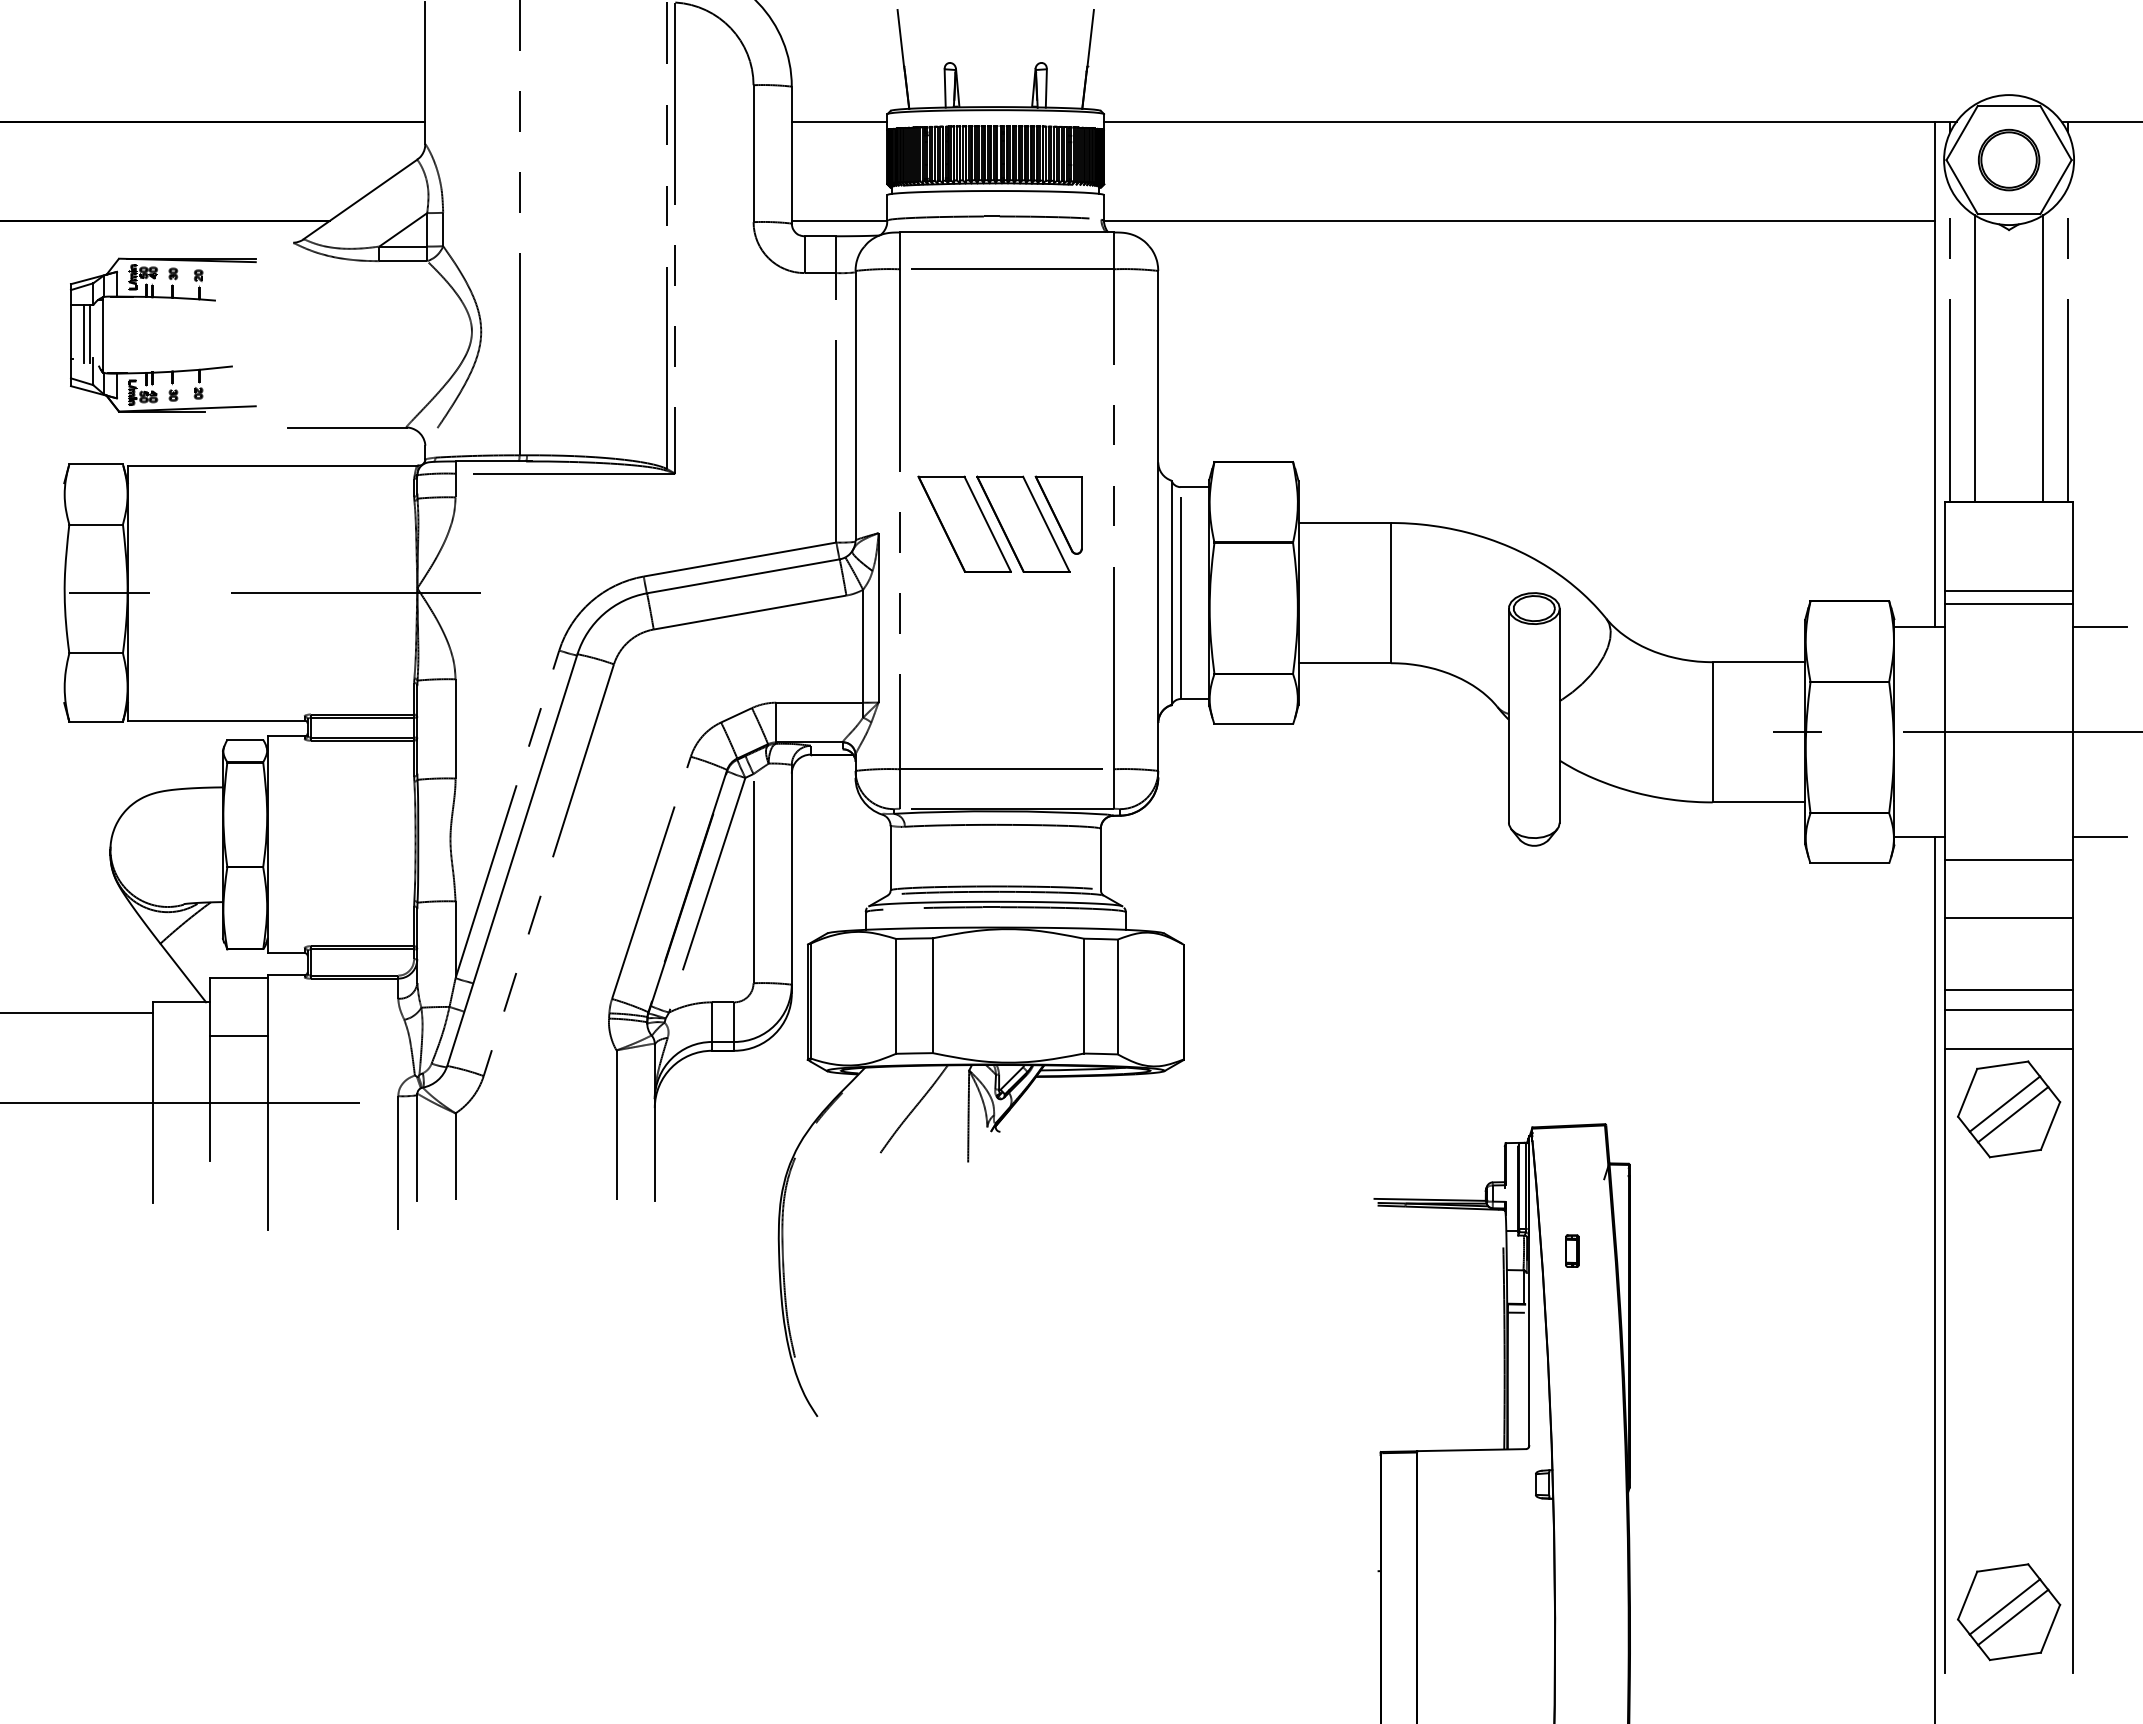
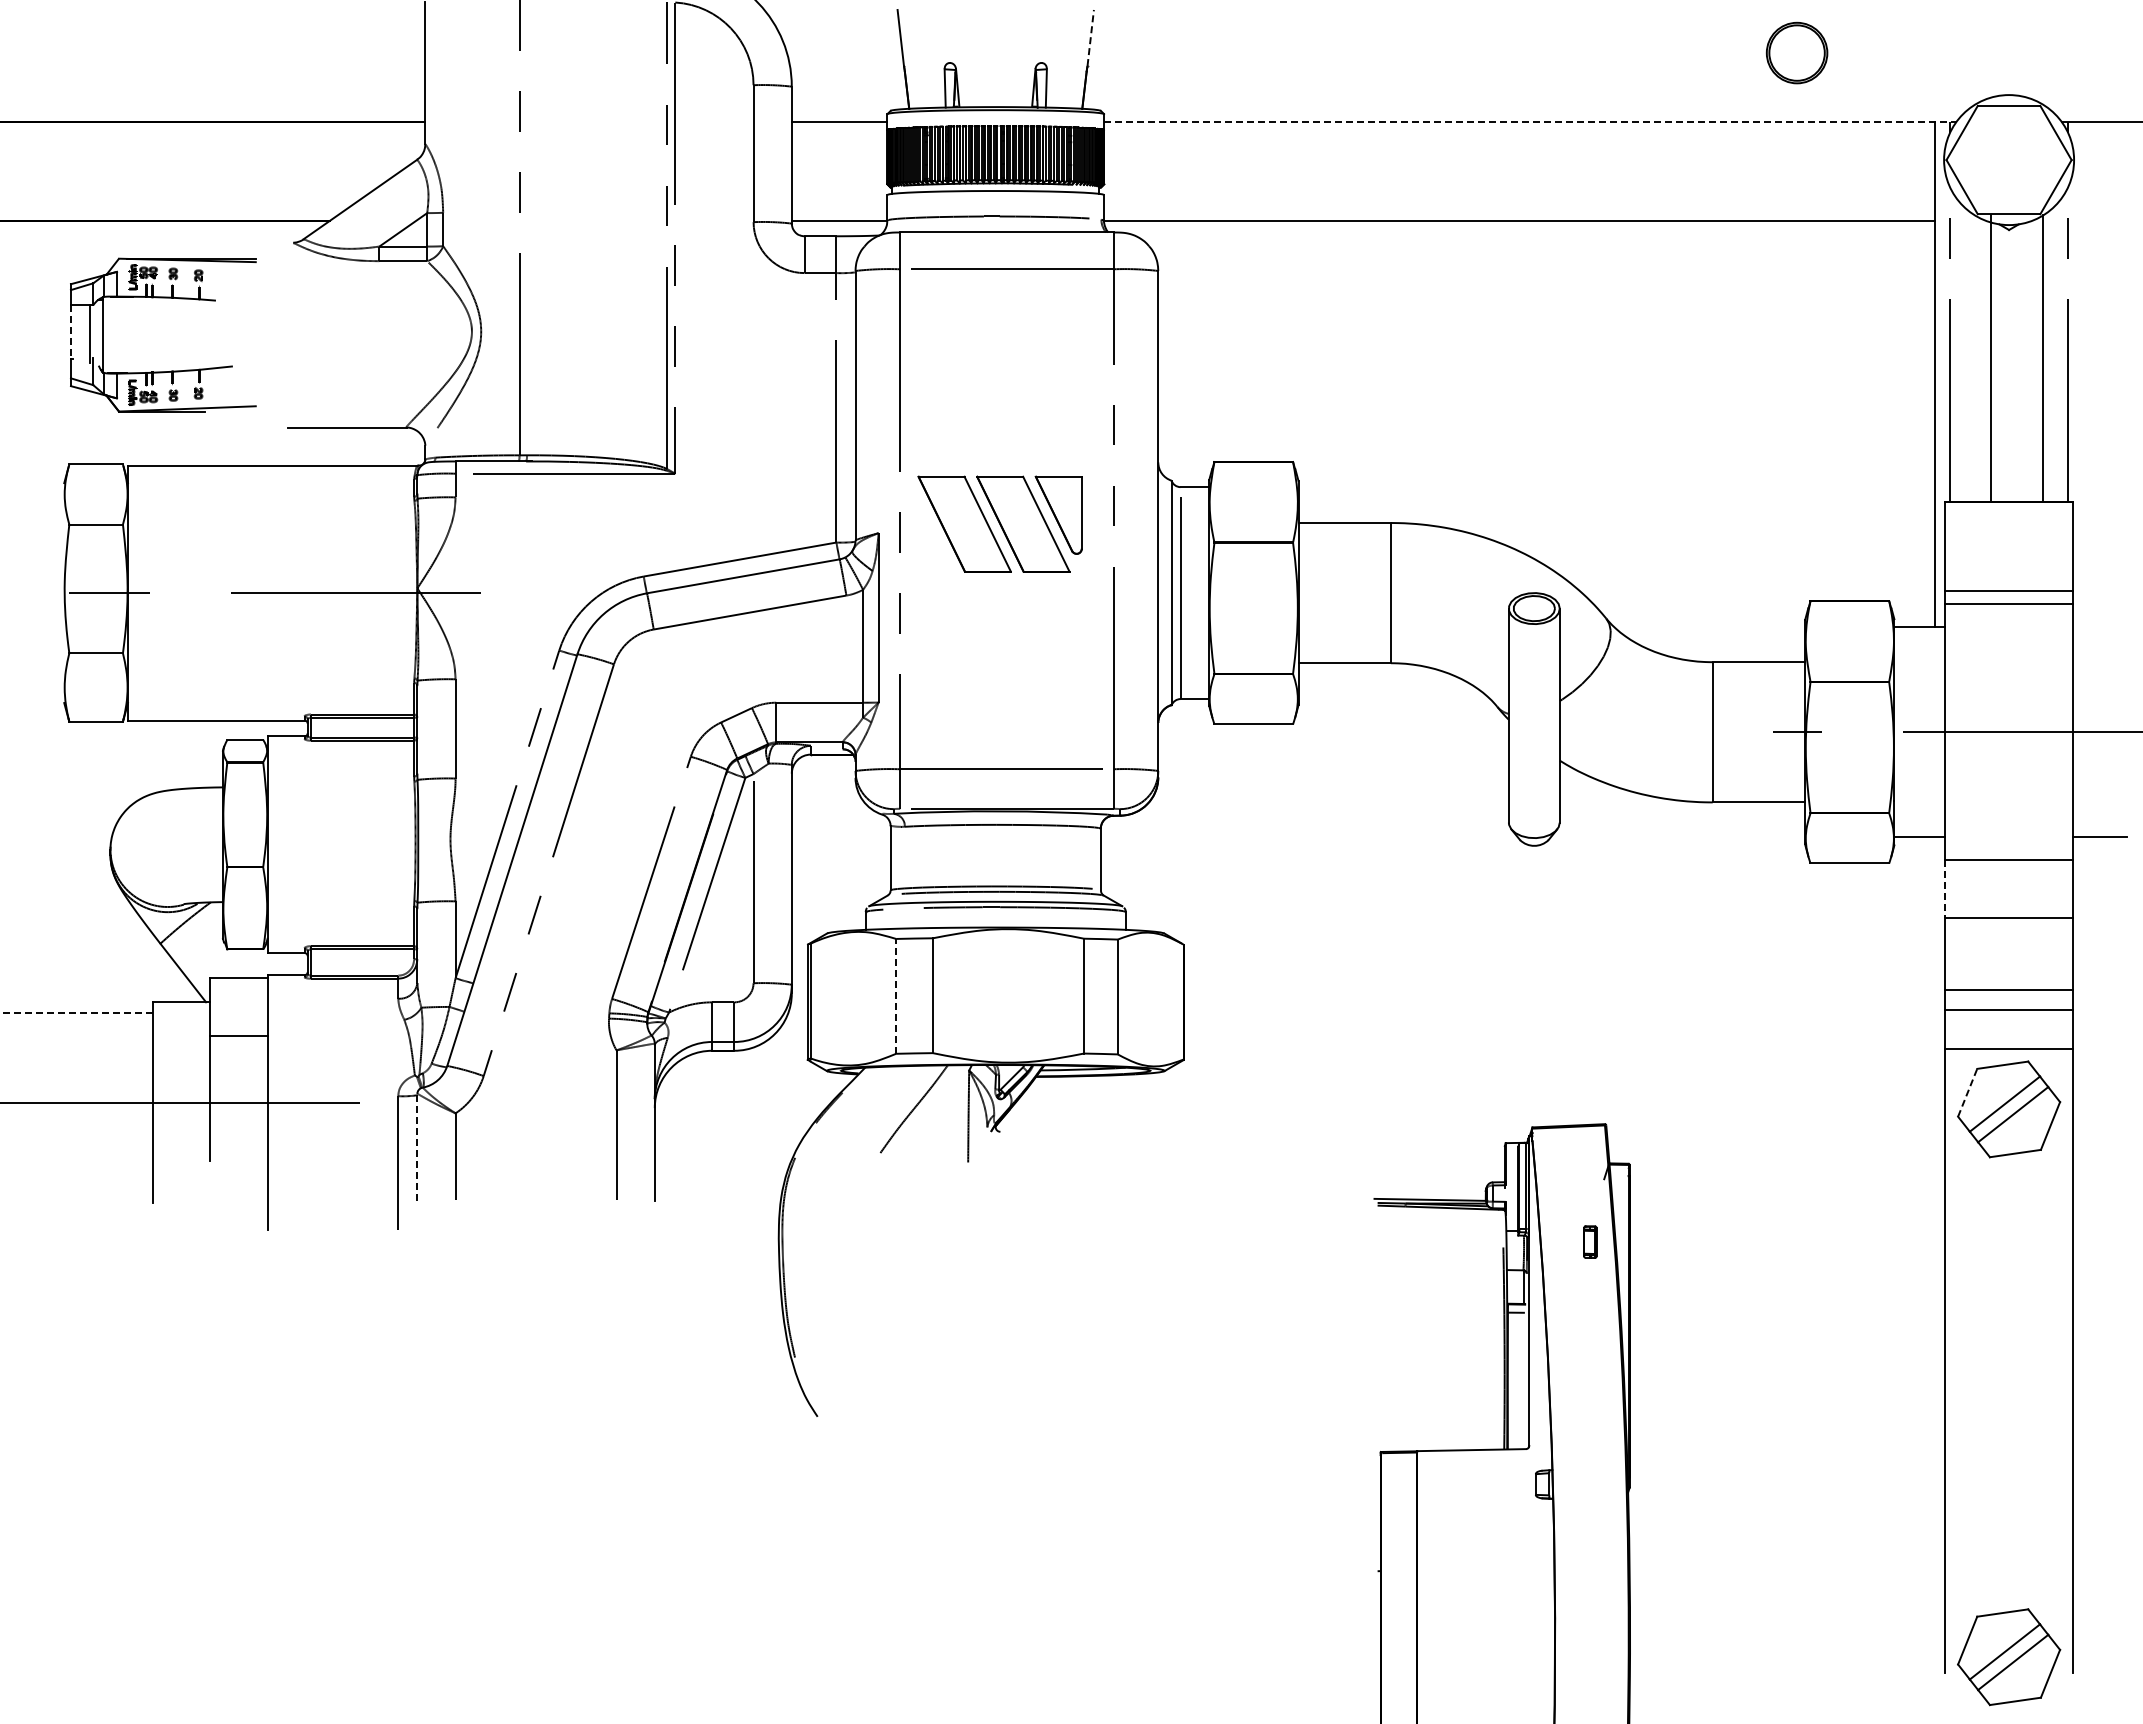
line at (1090, 37): solid -> dashed
line at (1530, 121): solid -> dashed
part at (2008, 159) position: (2008, 159) -> (1796, 52)
line at (70, 332): solid -> dashed
line at (83, 333): present -> none
line at (1974, 358) position: (1974, 358) -> (1990, 358)
line at (2099, 627): present -> none
line at (1945, 889): solid -> dashed
line at (896, 995): solid -> dashed
line at (75, 1013): solid -> dashed
line at (1967, 1092): solid -> dashed
line at (417, 1147): solid -> dashed
part at (1572, 1250) position: (1572, 1250) -> (1590, 1241)
line at (1934, 1278): present -> none
part at (2009, 1612) position: (2009, 1612) -> (2009, 1657)
